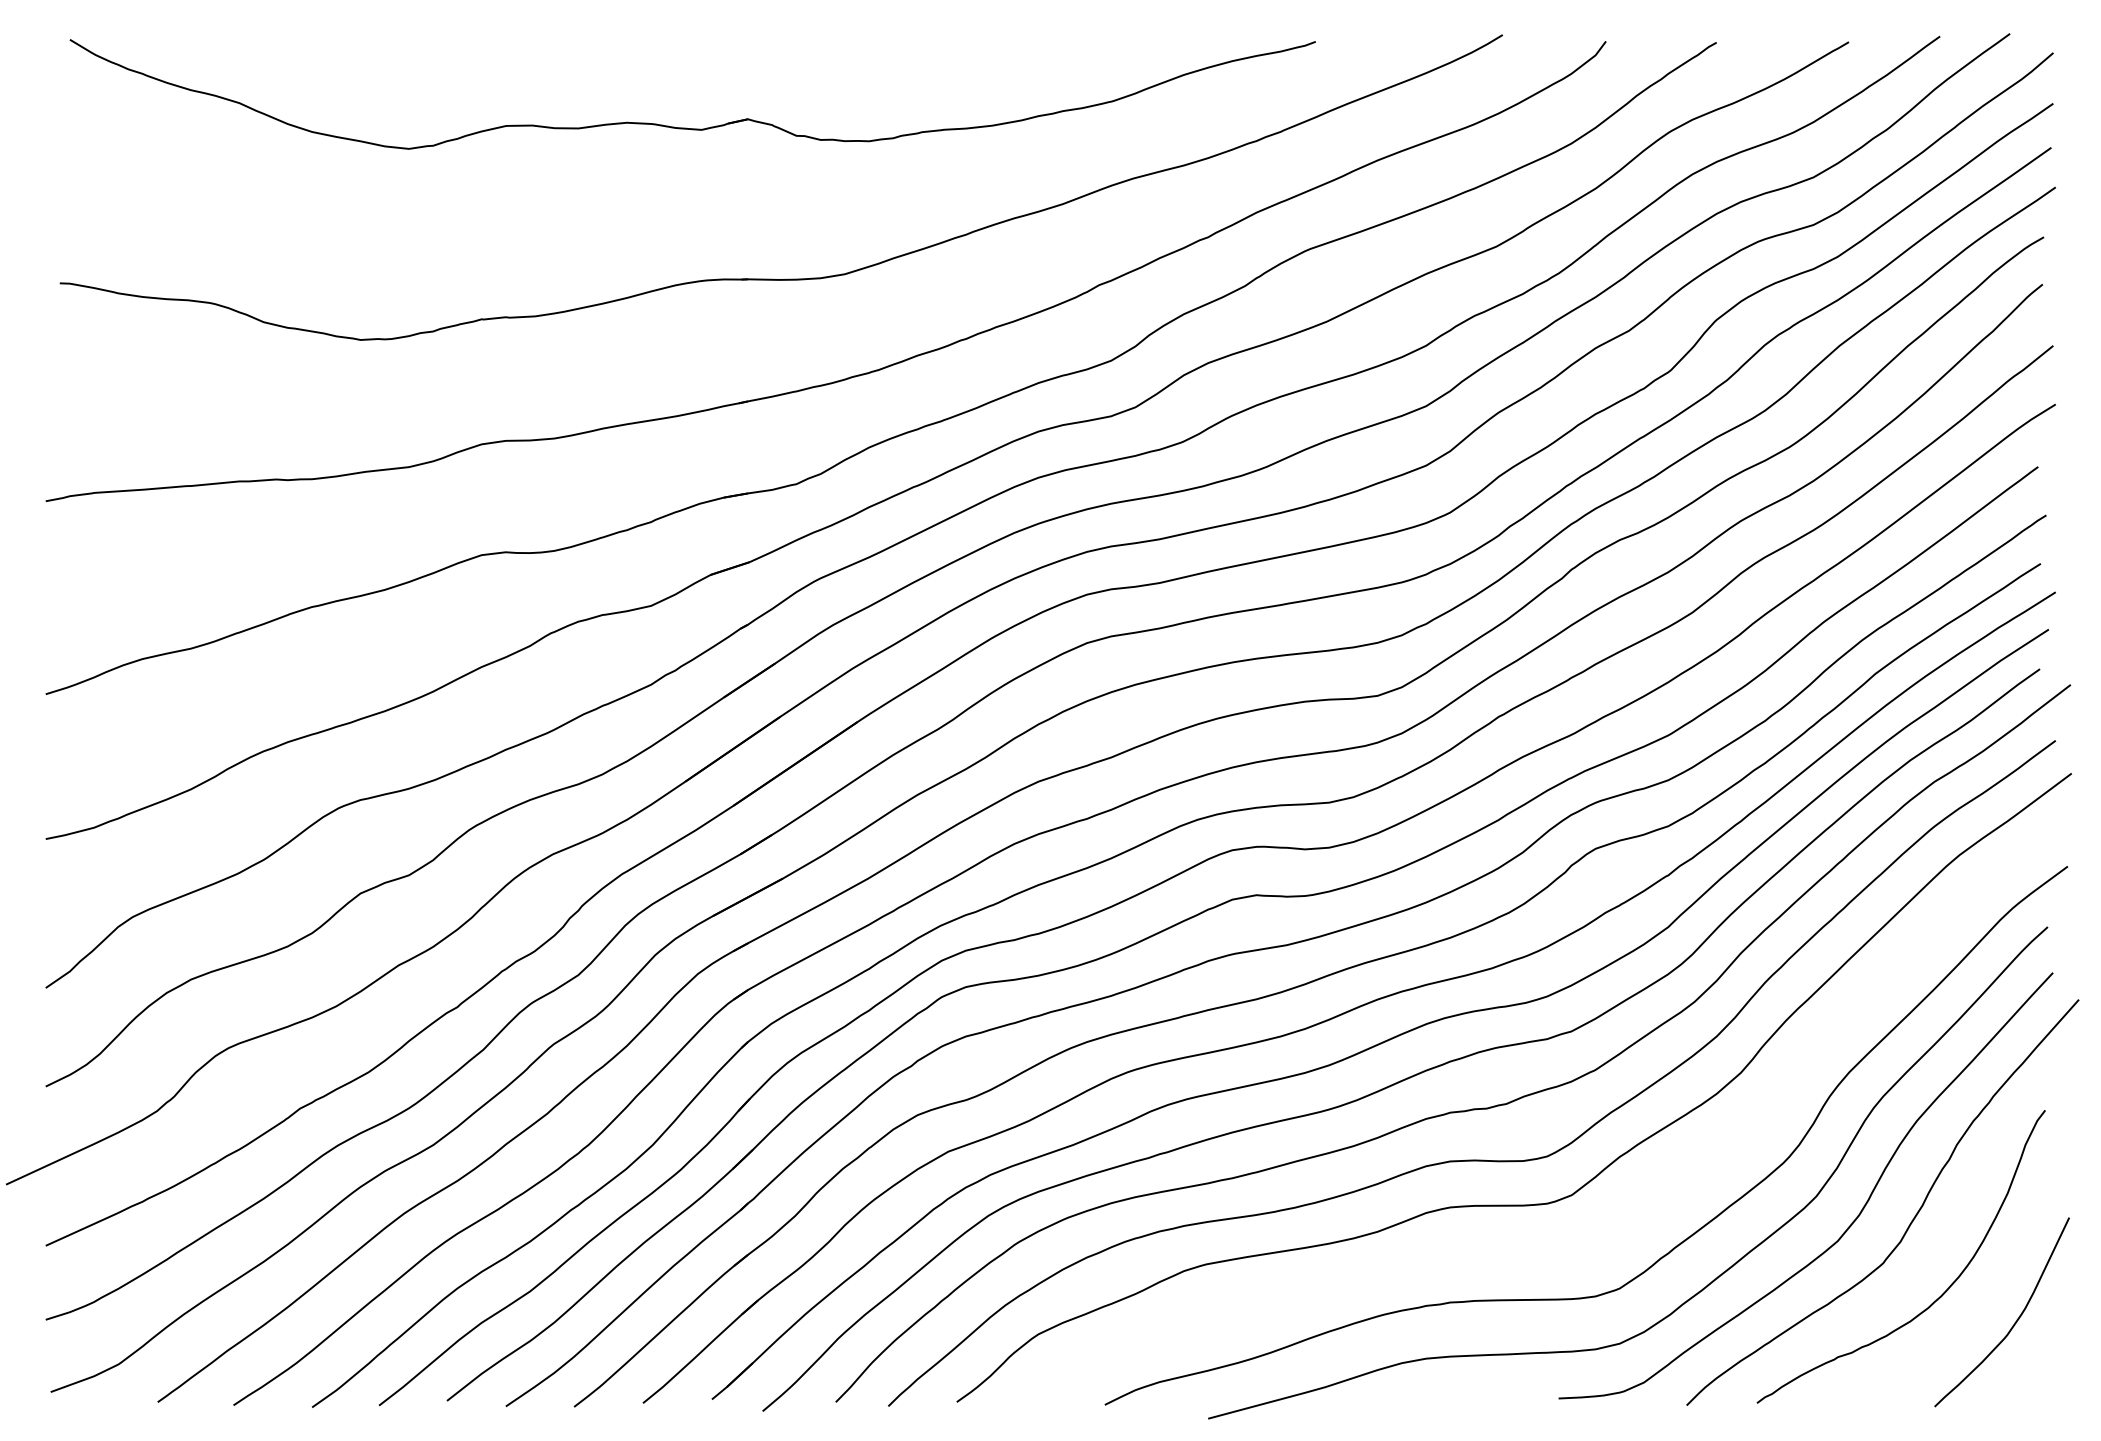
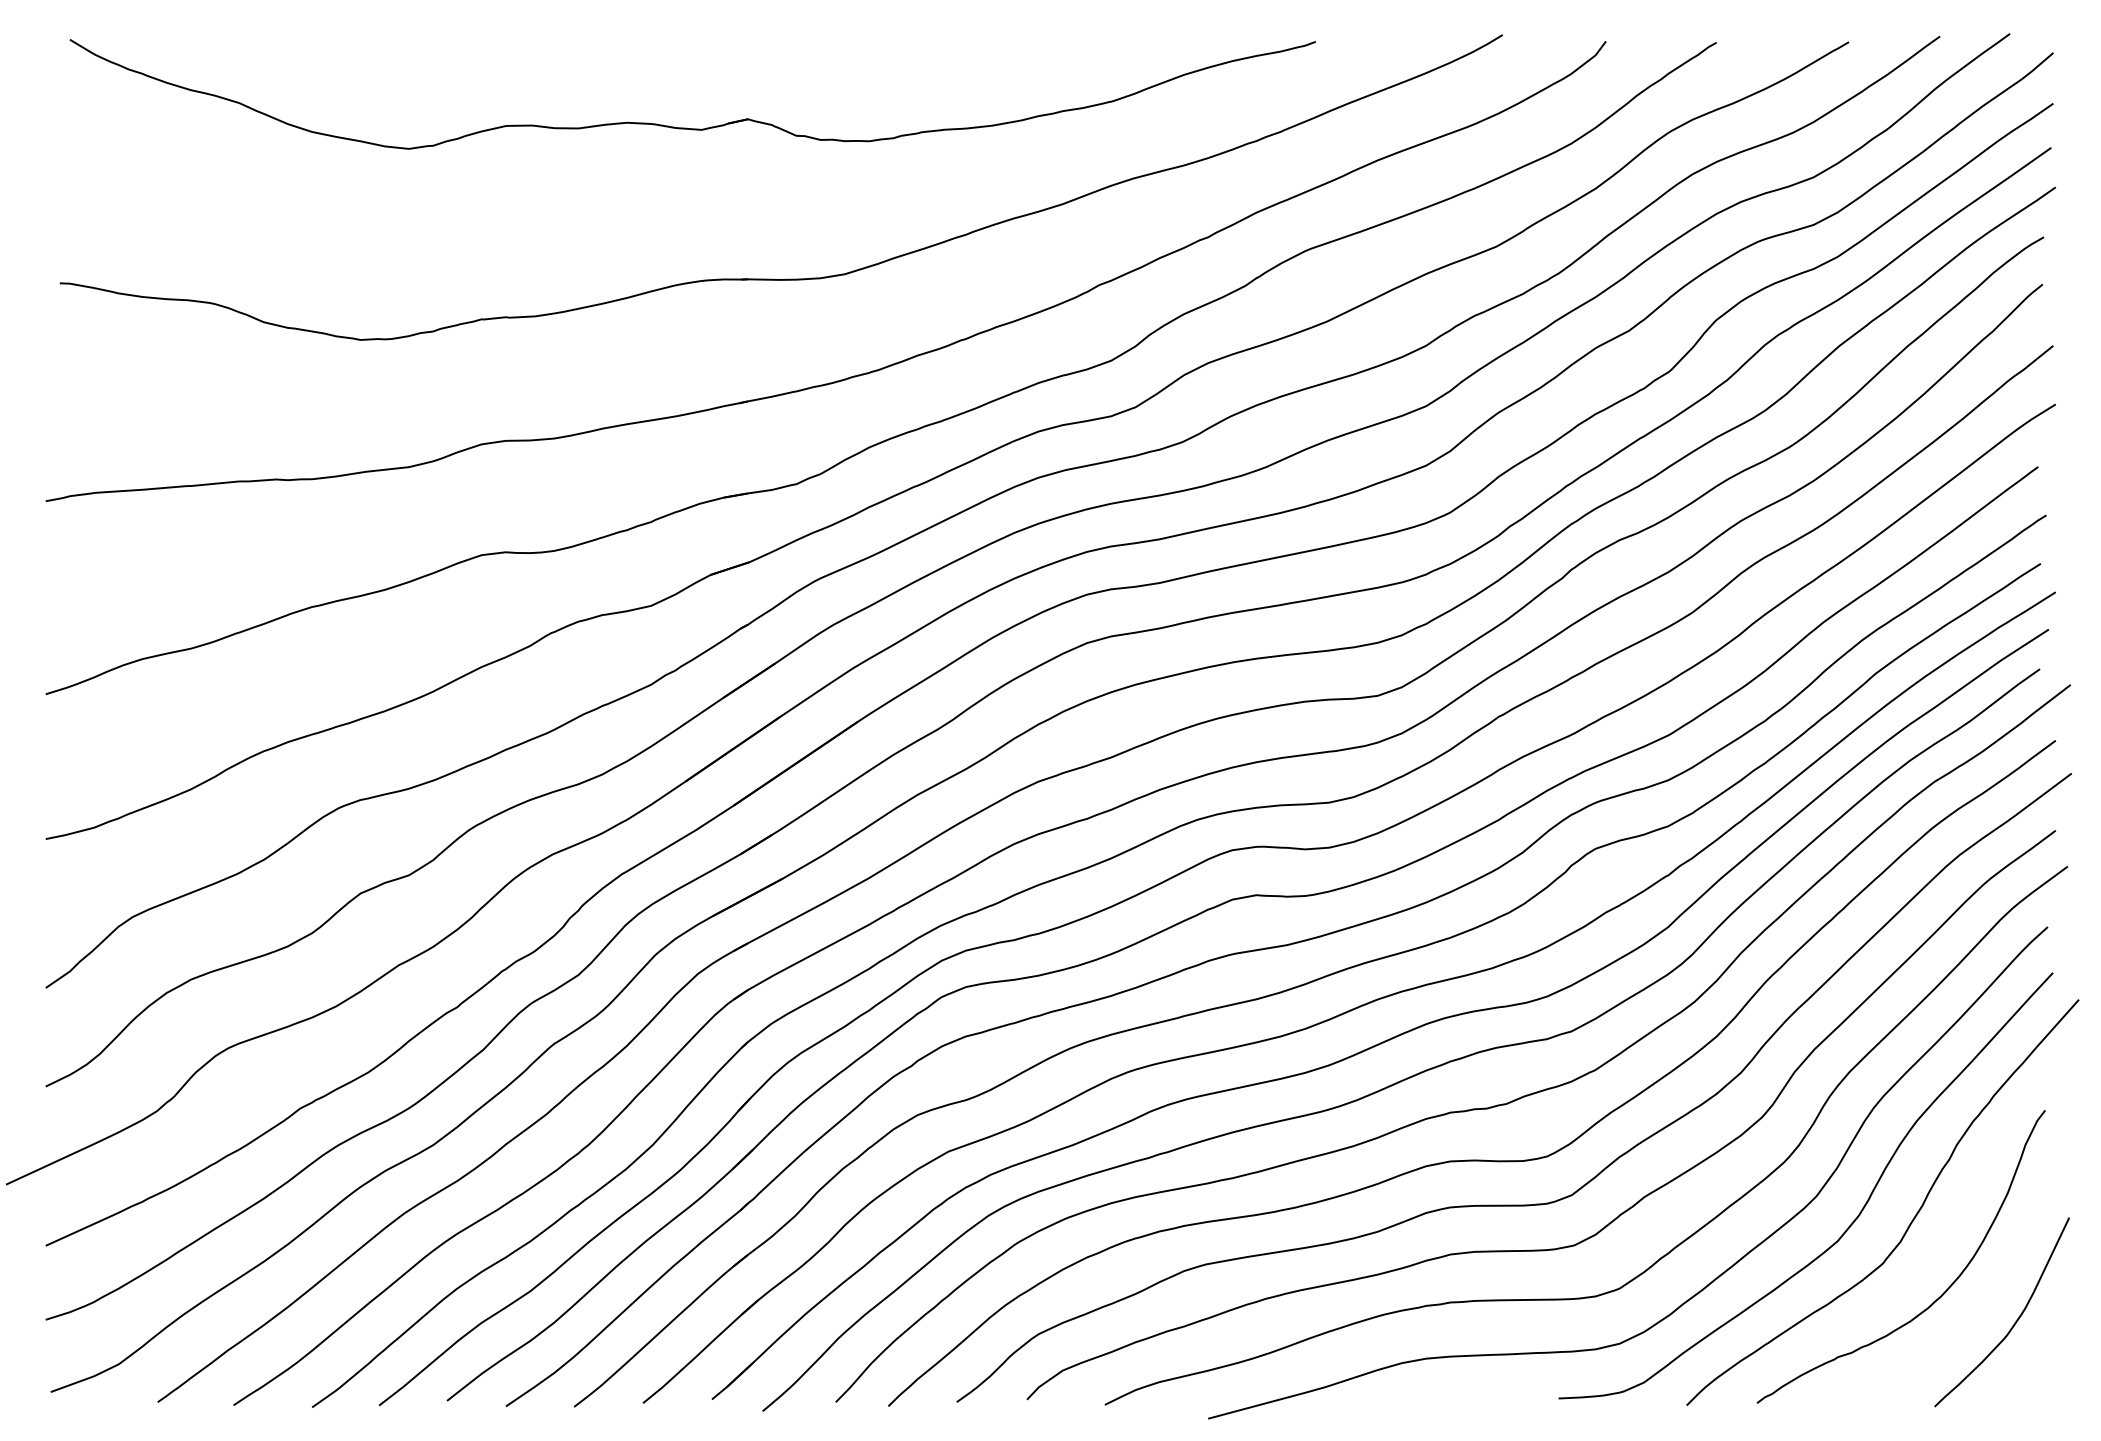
curve at (1620, 1213): none -> present
